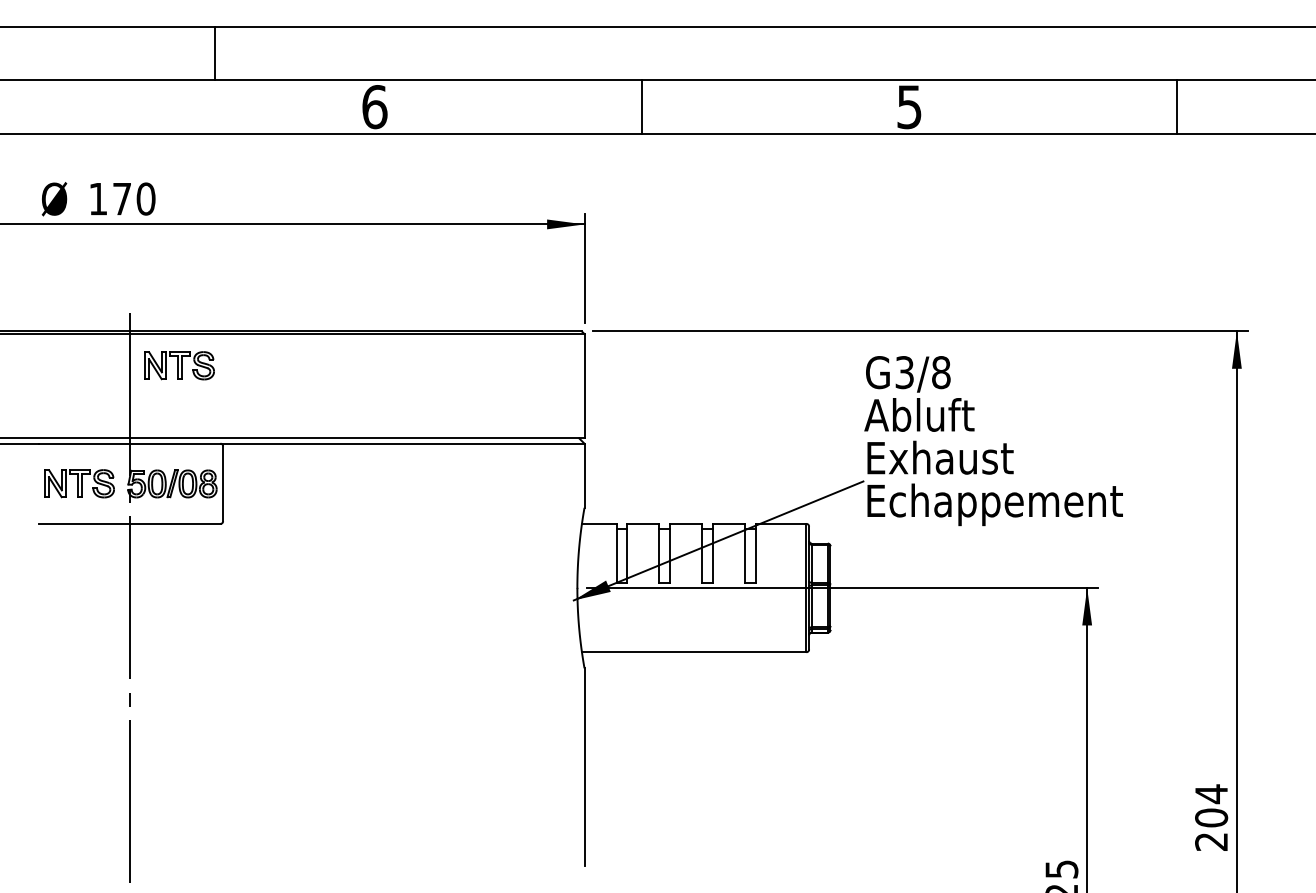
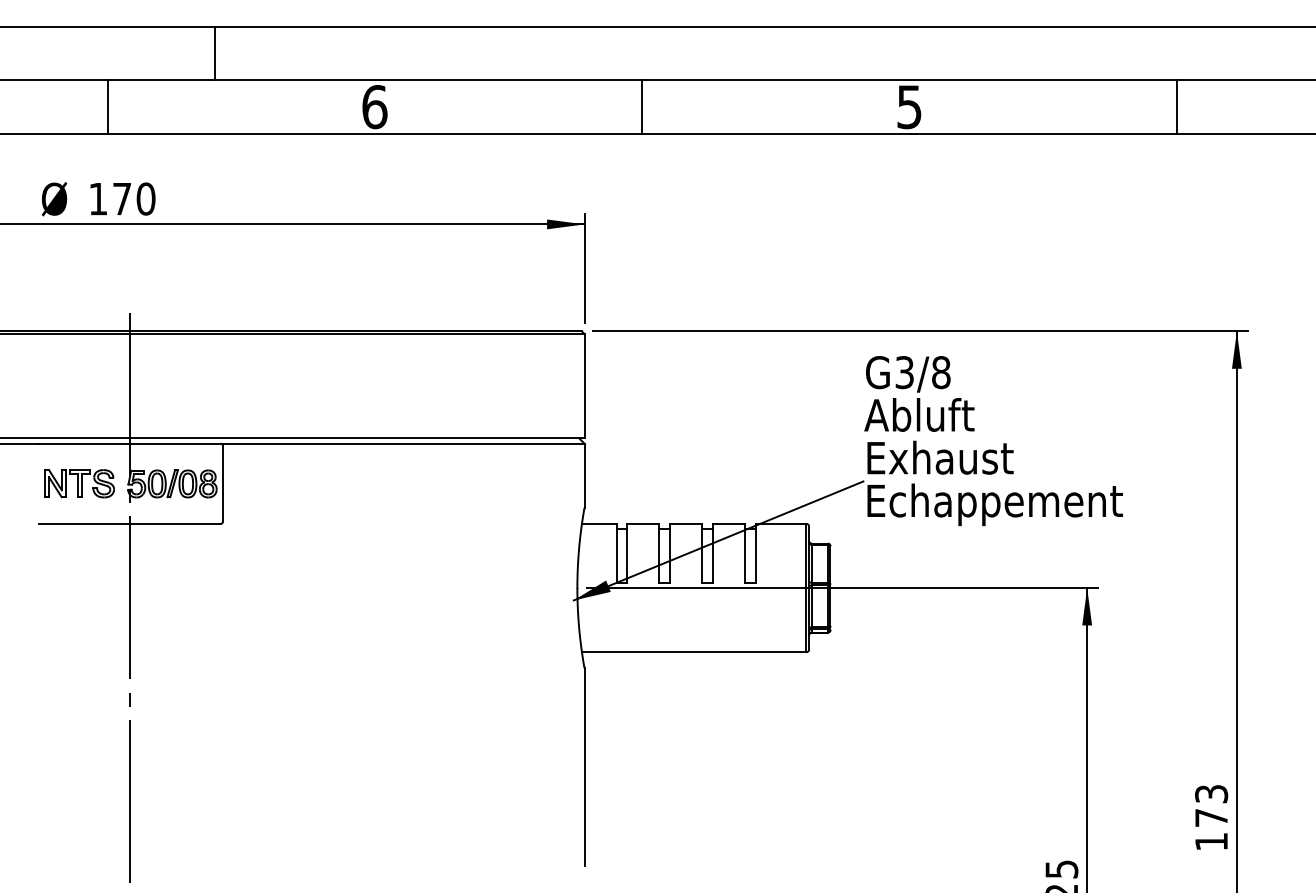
line at (107, 106): none -> present
part at (179, 365): present -> none
text at (1211, 817): 204 -> 173
